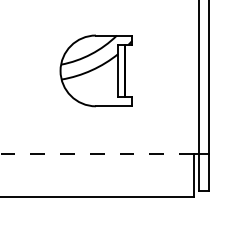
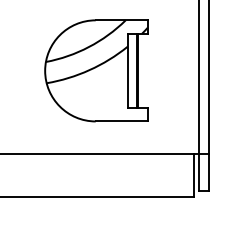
part at (95, 70) size: 74x74 px -> 105x104 px
line at (97, 154): dashed -> solid
